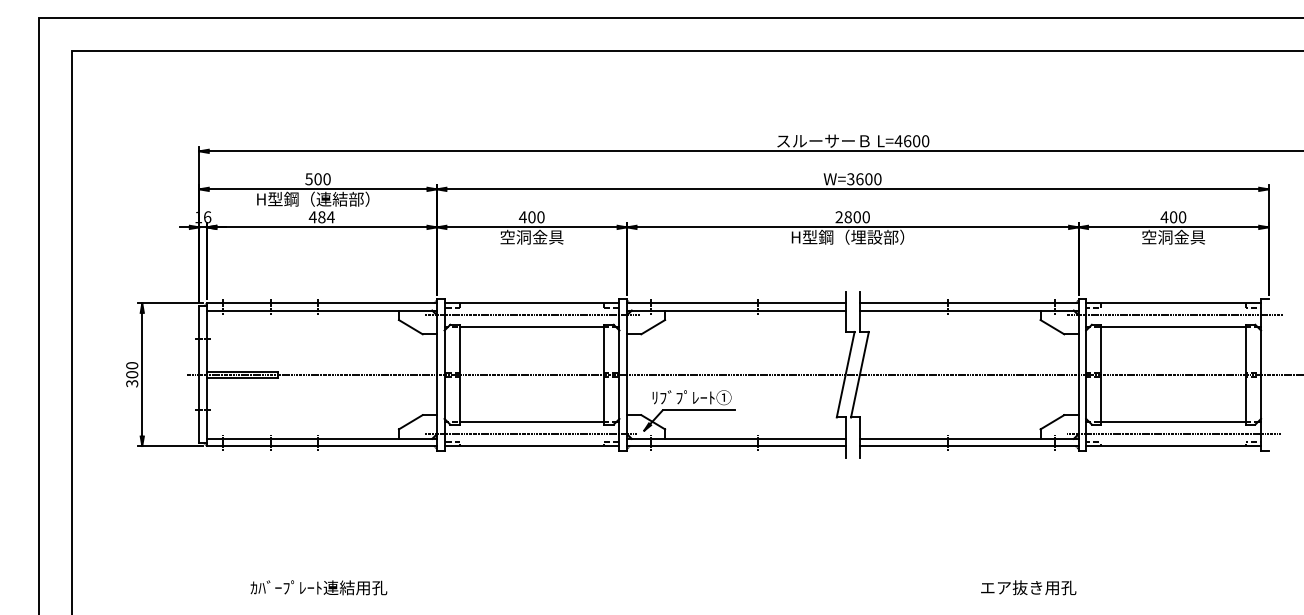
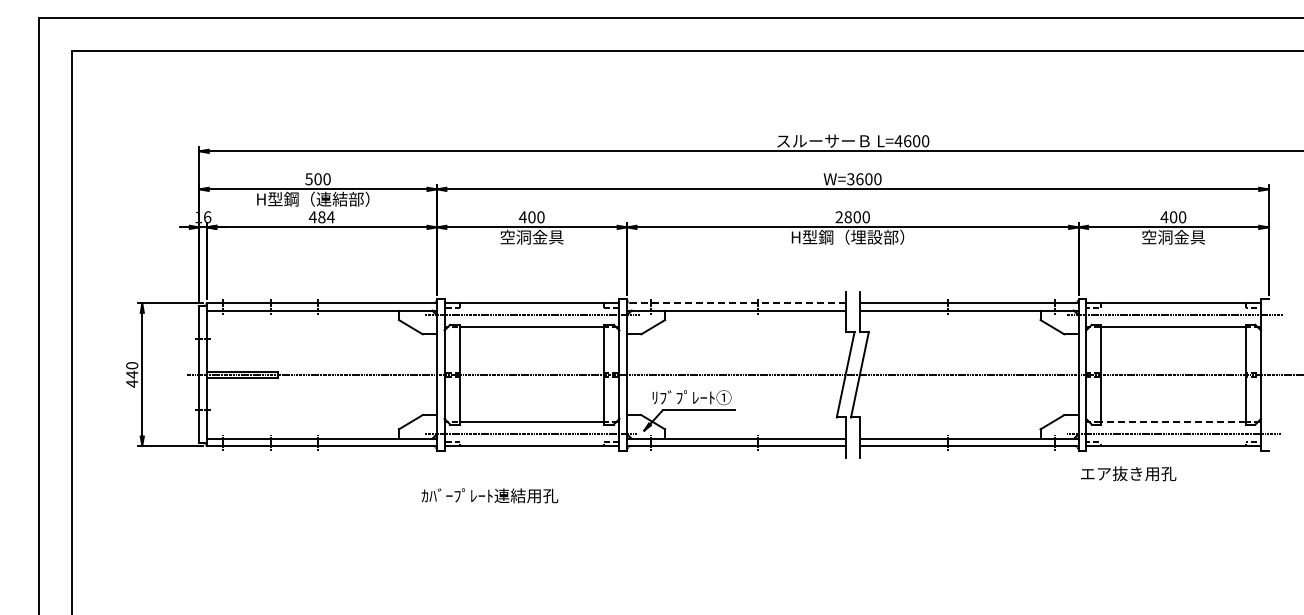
line at (735, 303): solid -> dashed
text at (132, 378): 300 -> 440
line at (1173, 422): solid -> dashed
text at (318, 587) position: (318, 587) -> (489, 495)
text at (1028, 587) position: (1028, 587) -> (1128, 473)
